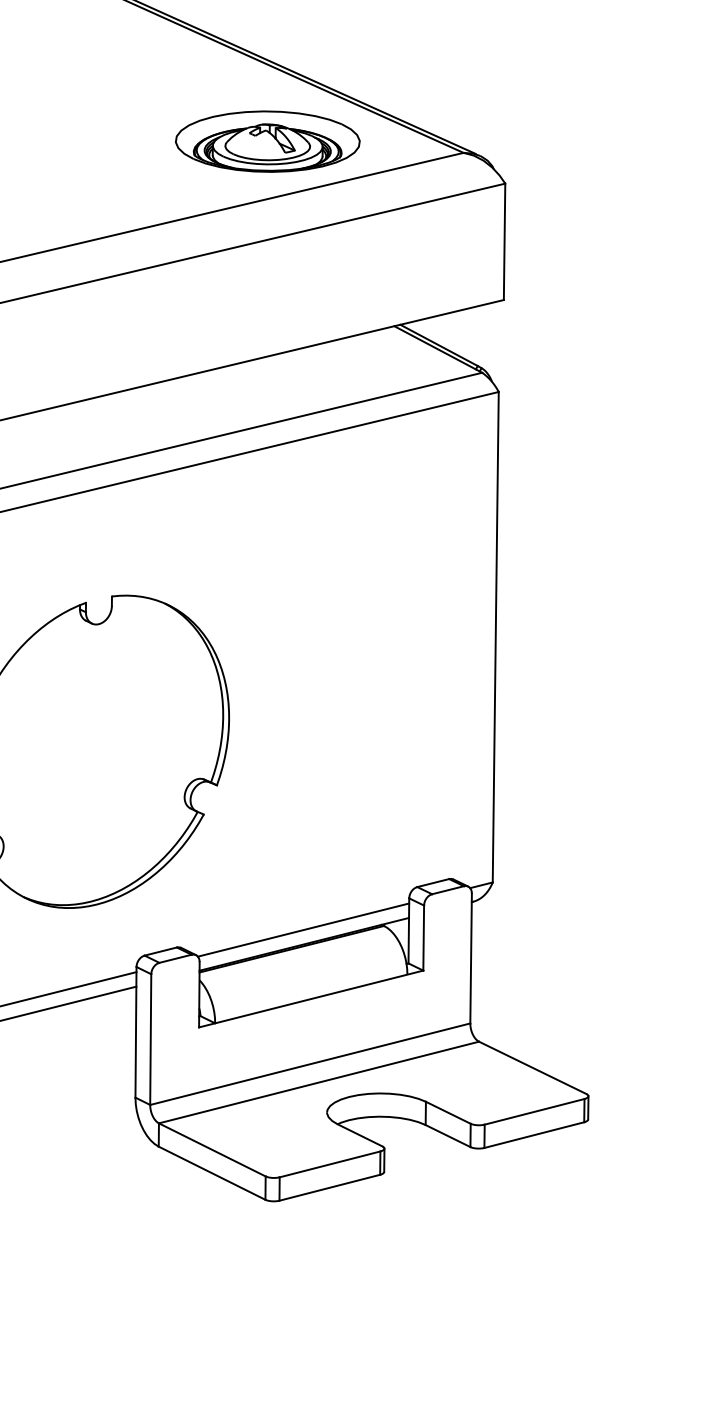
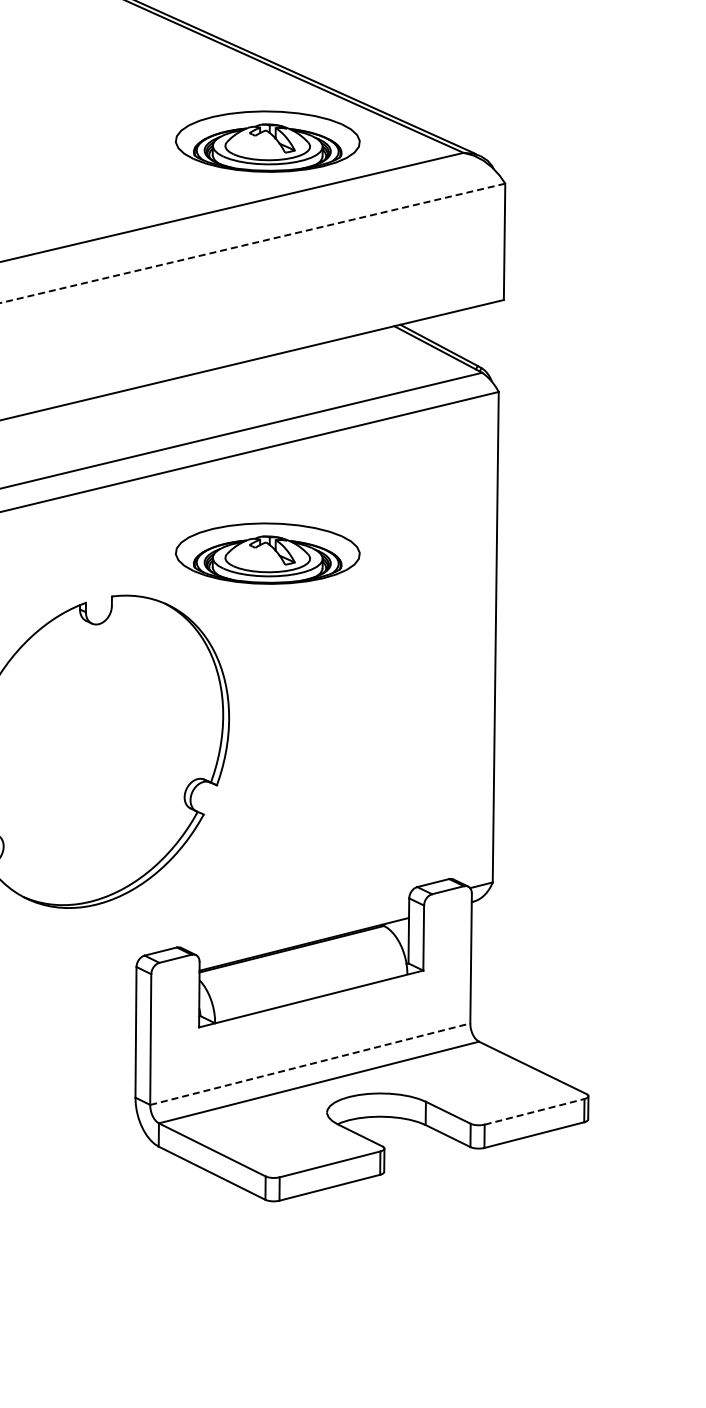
line at (252, 243): solid -> dashed
part at (267, 553): none -> present
line at (303, 929): present -> none
line at (69, 988): present -> none
line at (69, 1003): present -> none
line at (310, 1064): solid -> dashed
line at (534, 1111): solid -> dashed
